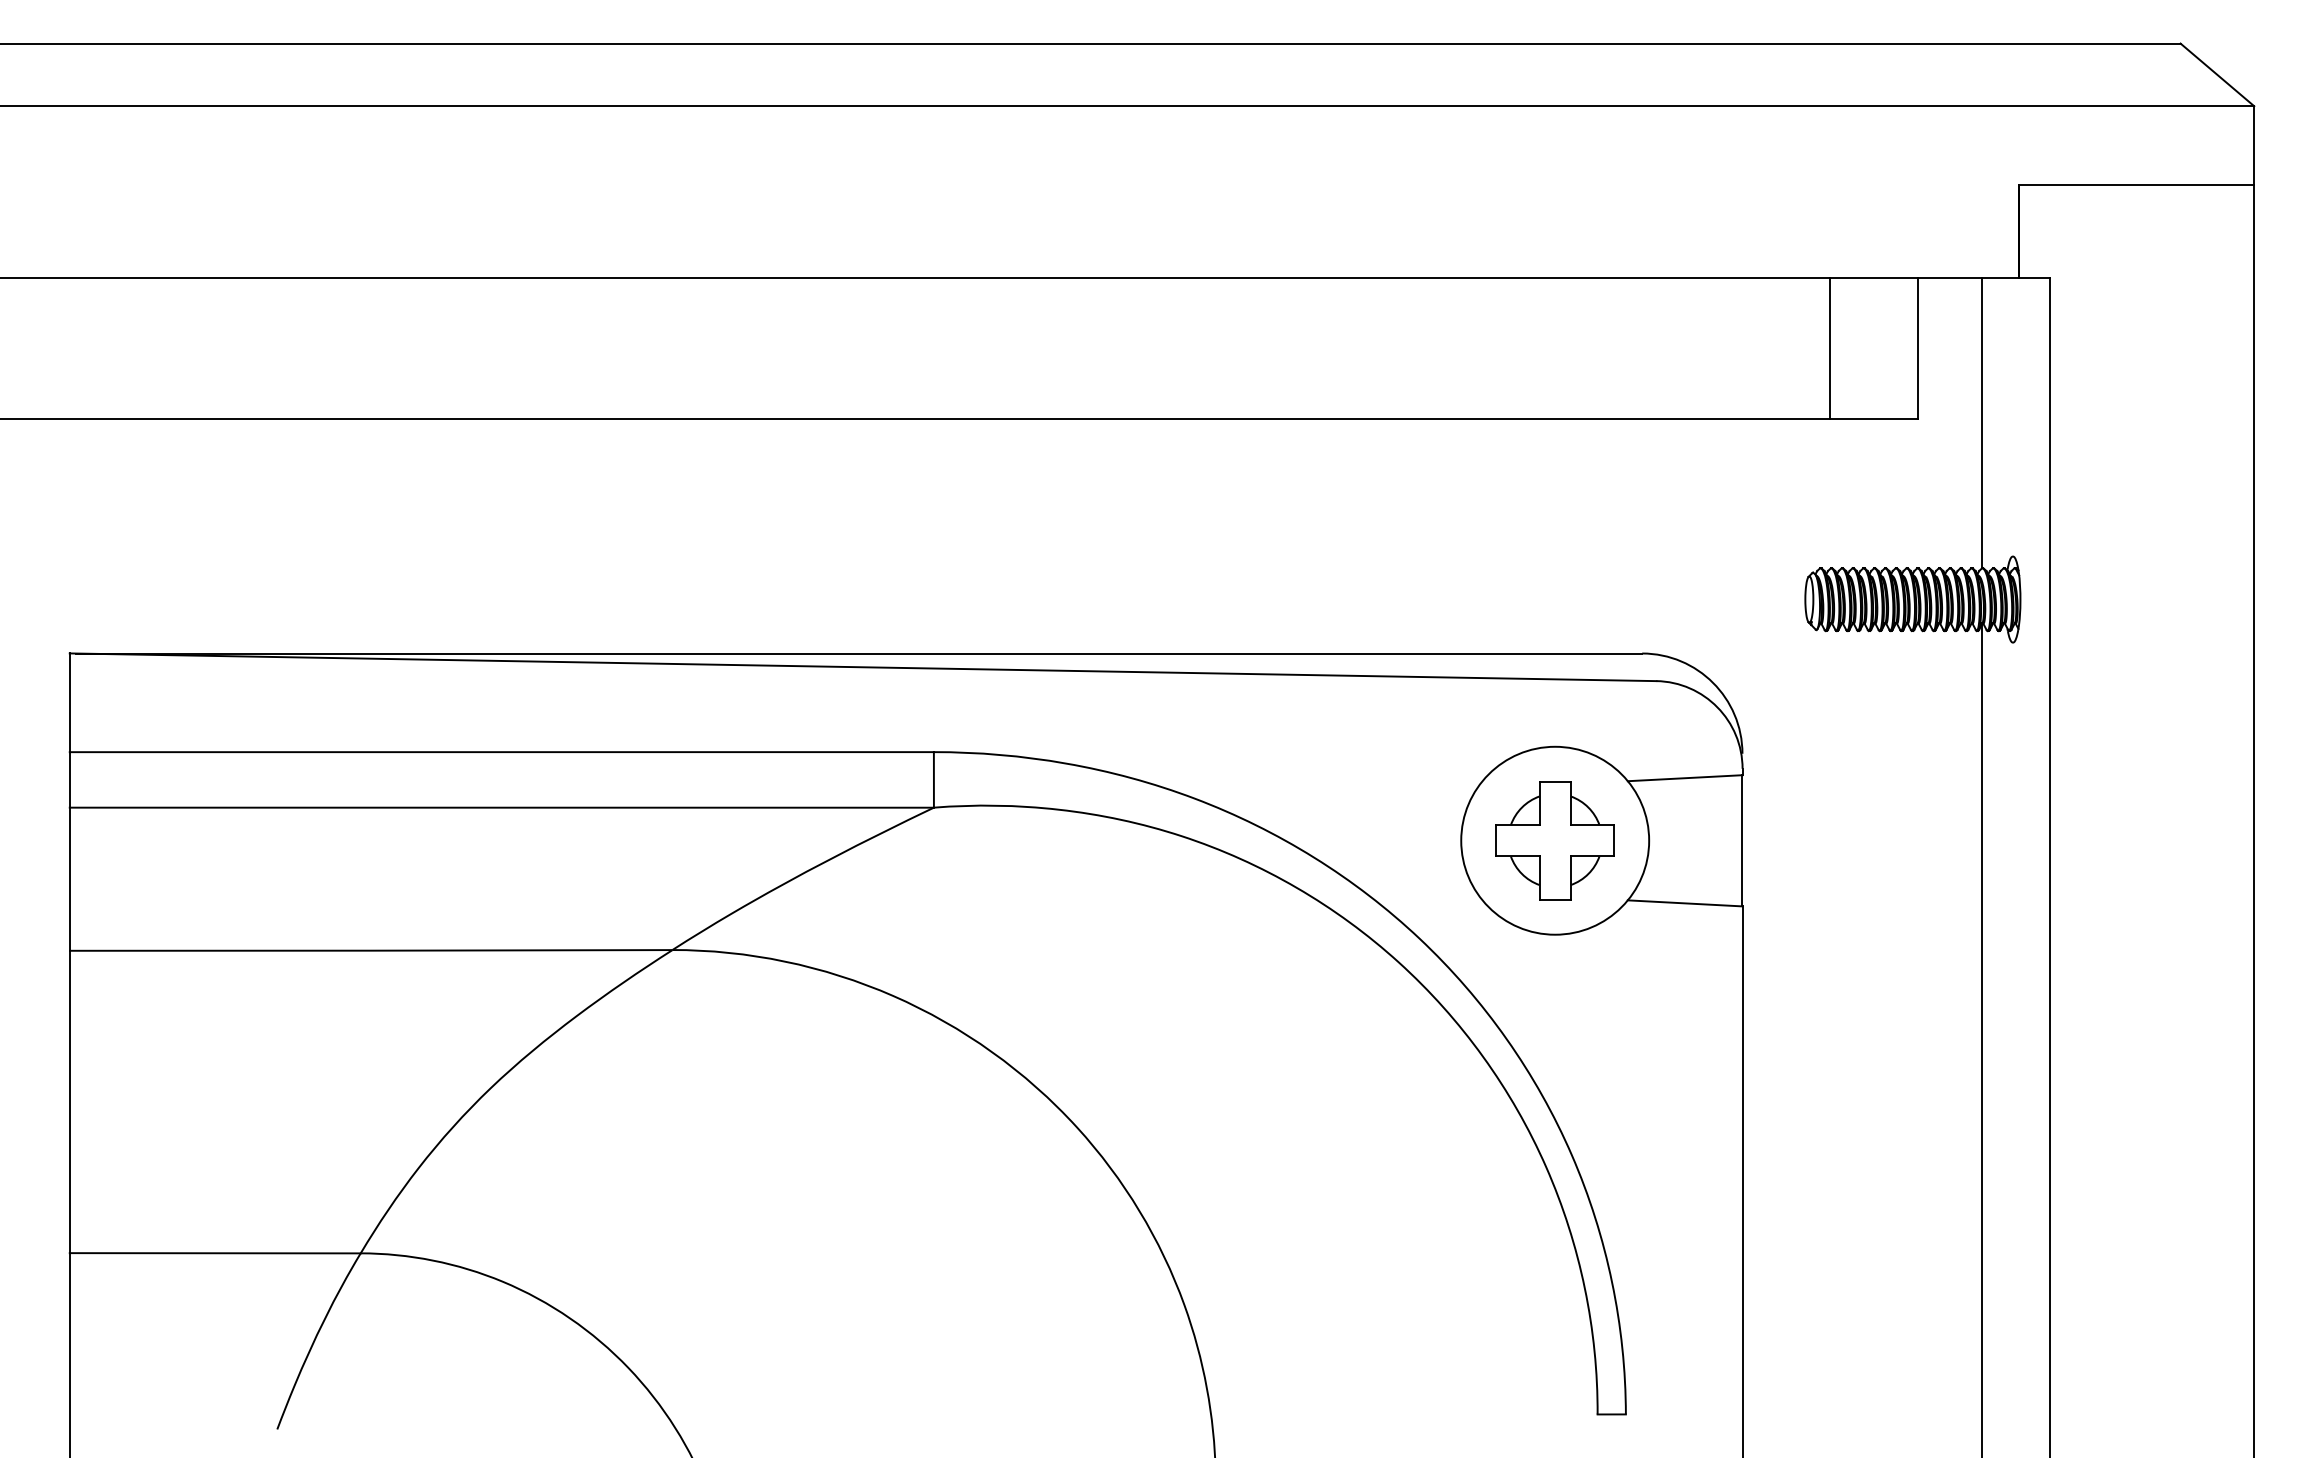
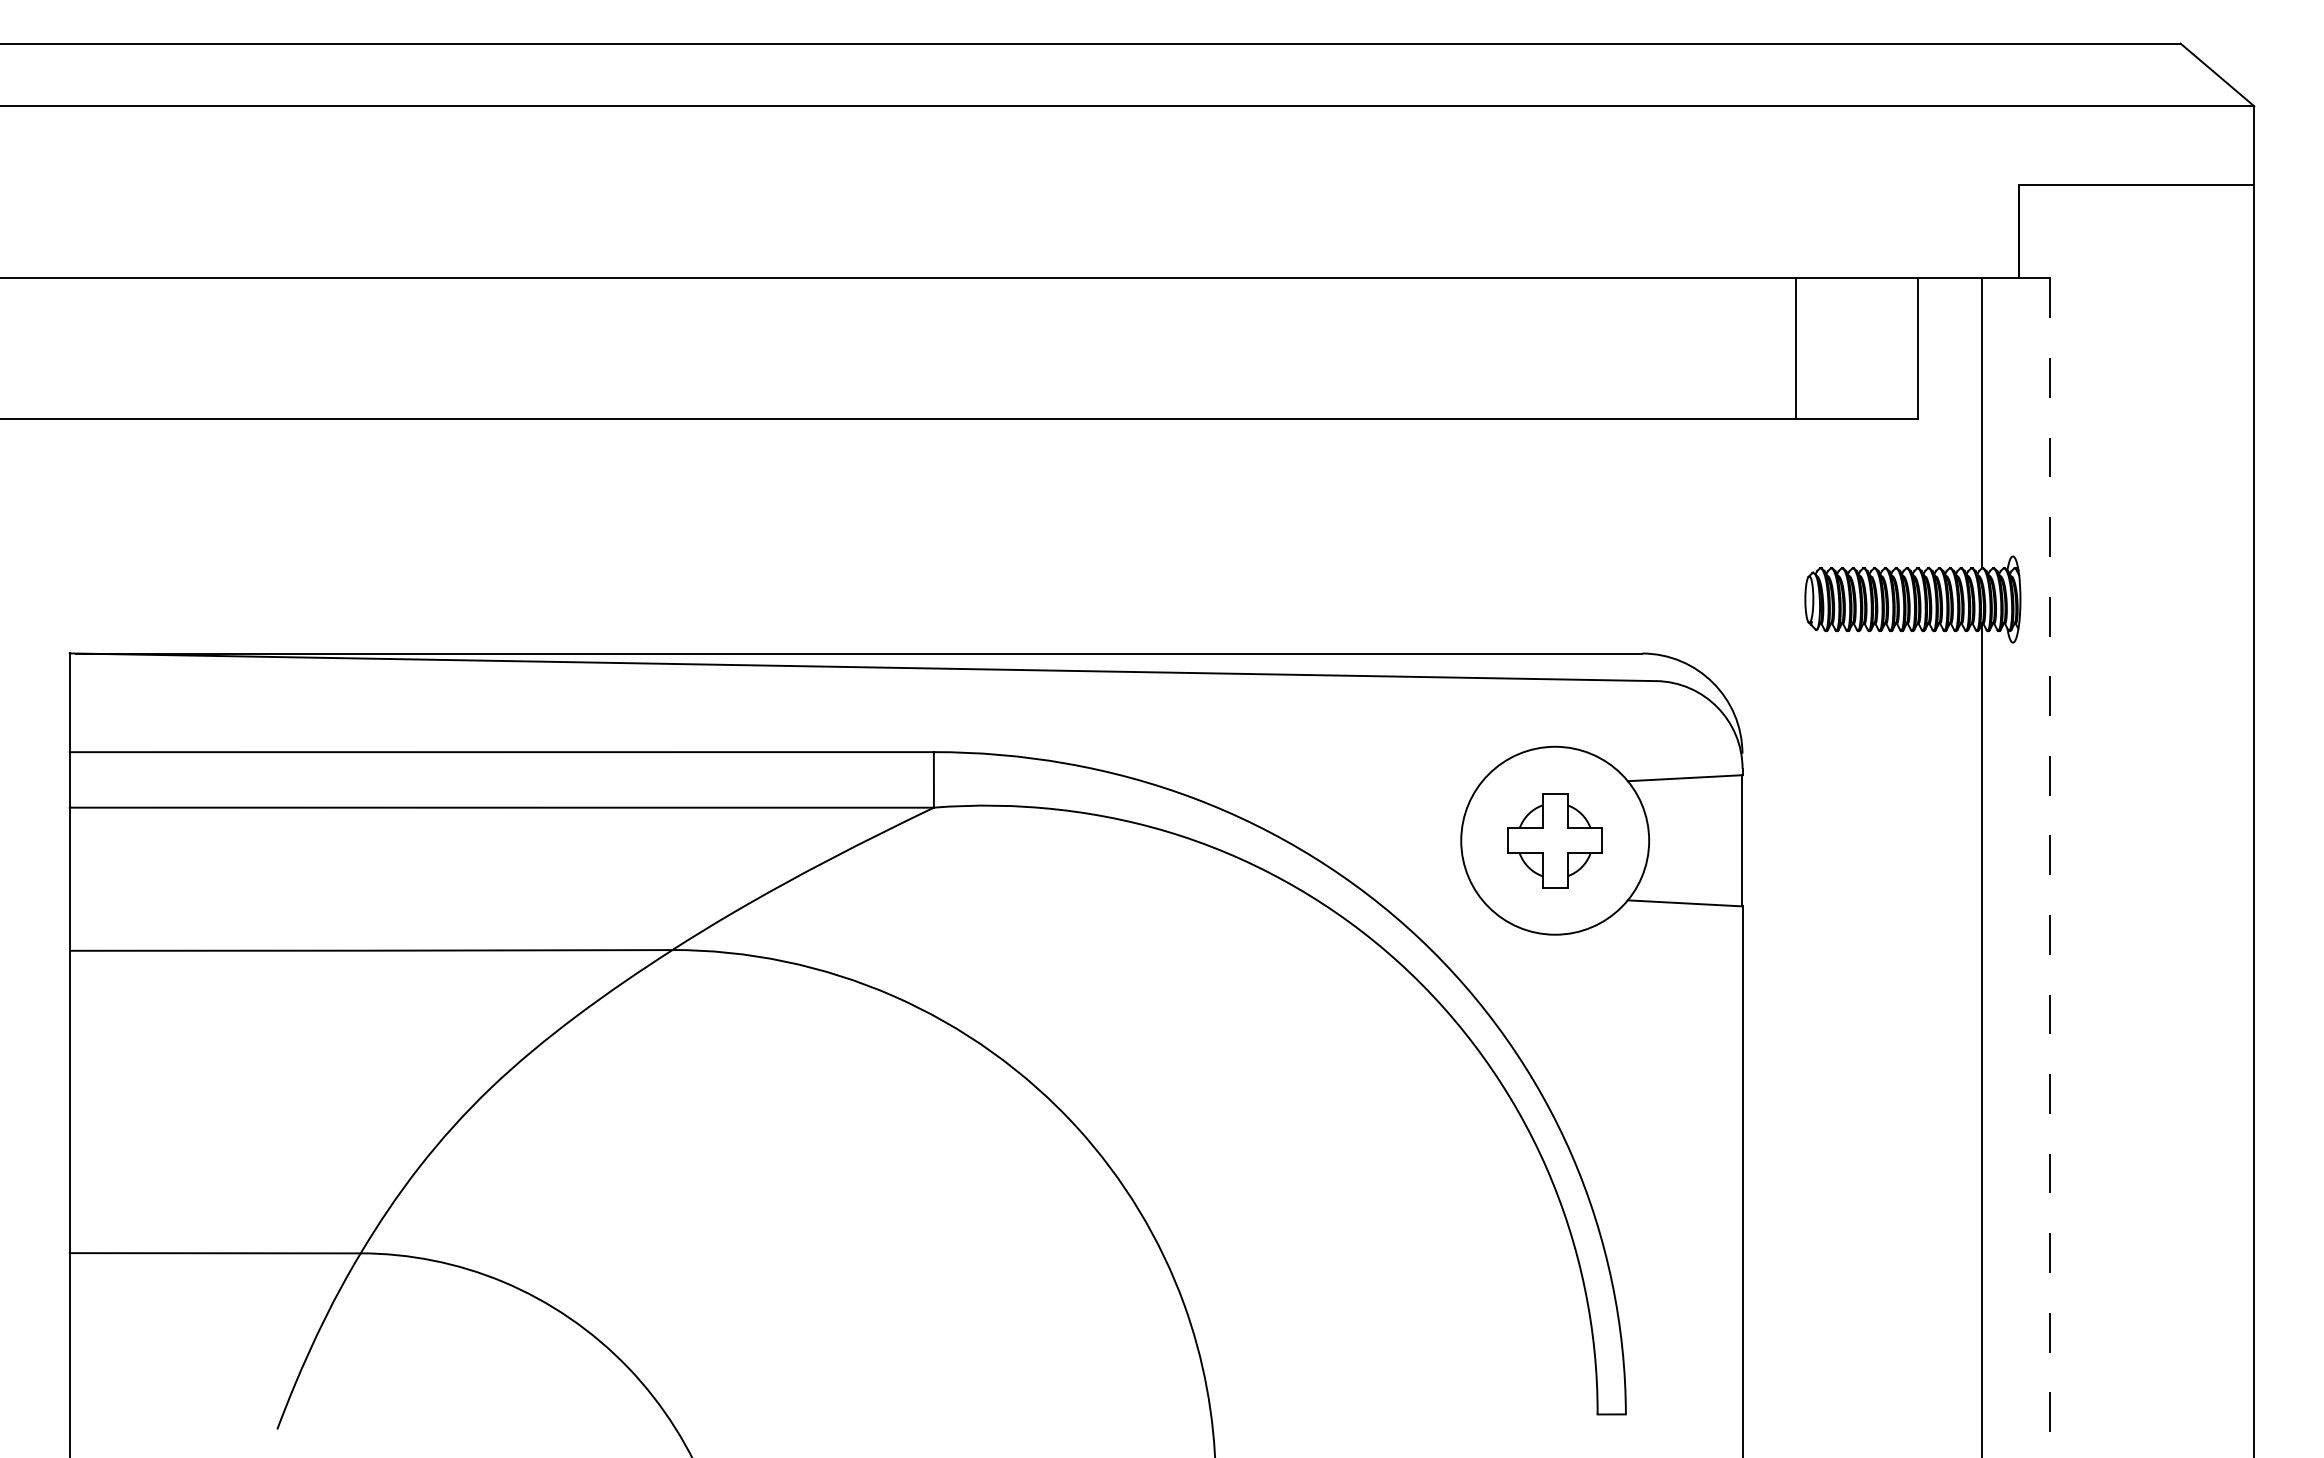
line at (1830, 348) position: (1830, 348) -> (1796, 348)
part at (1554, 840) size: 120x120 px -> 96x96 px
line at (2050, 868): solid -> dashed
